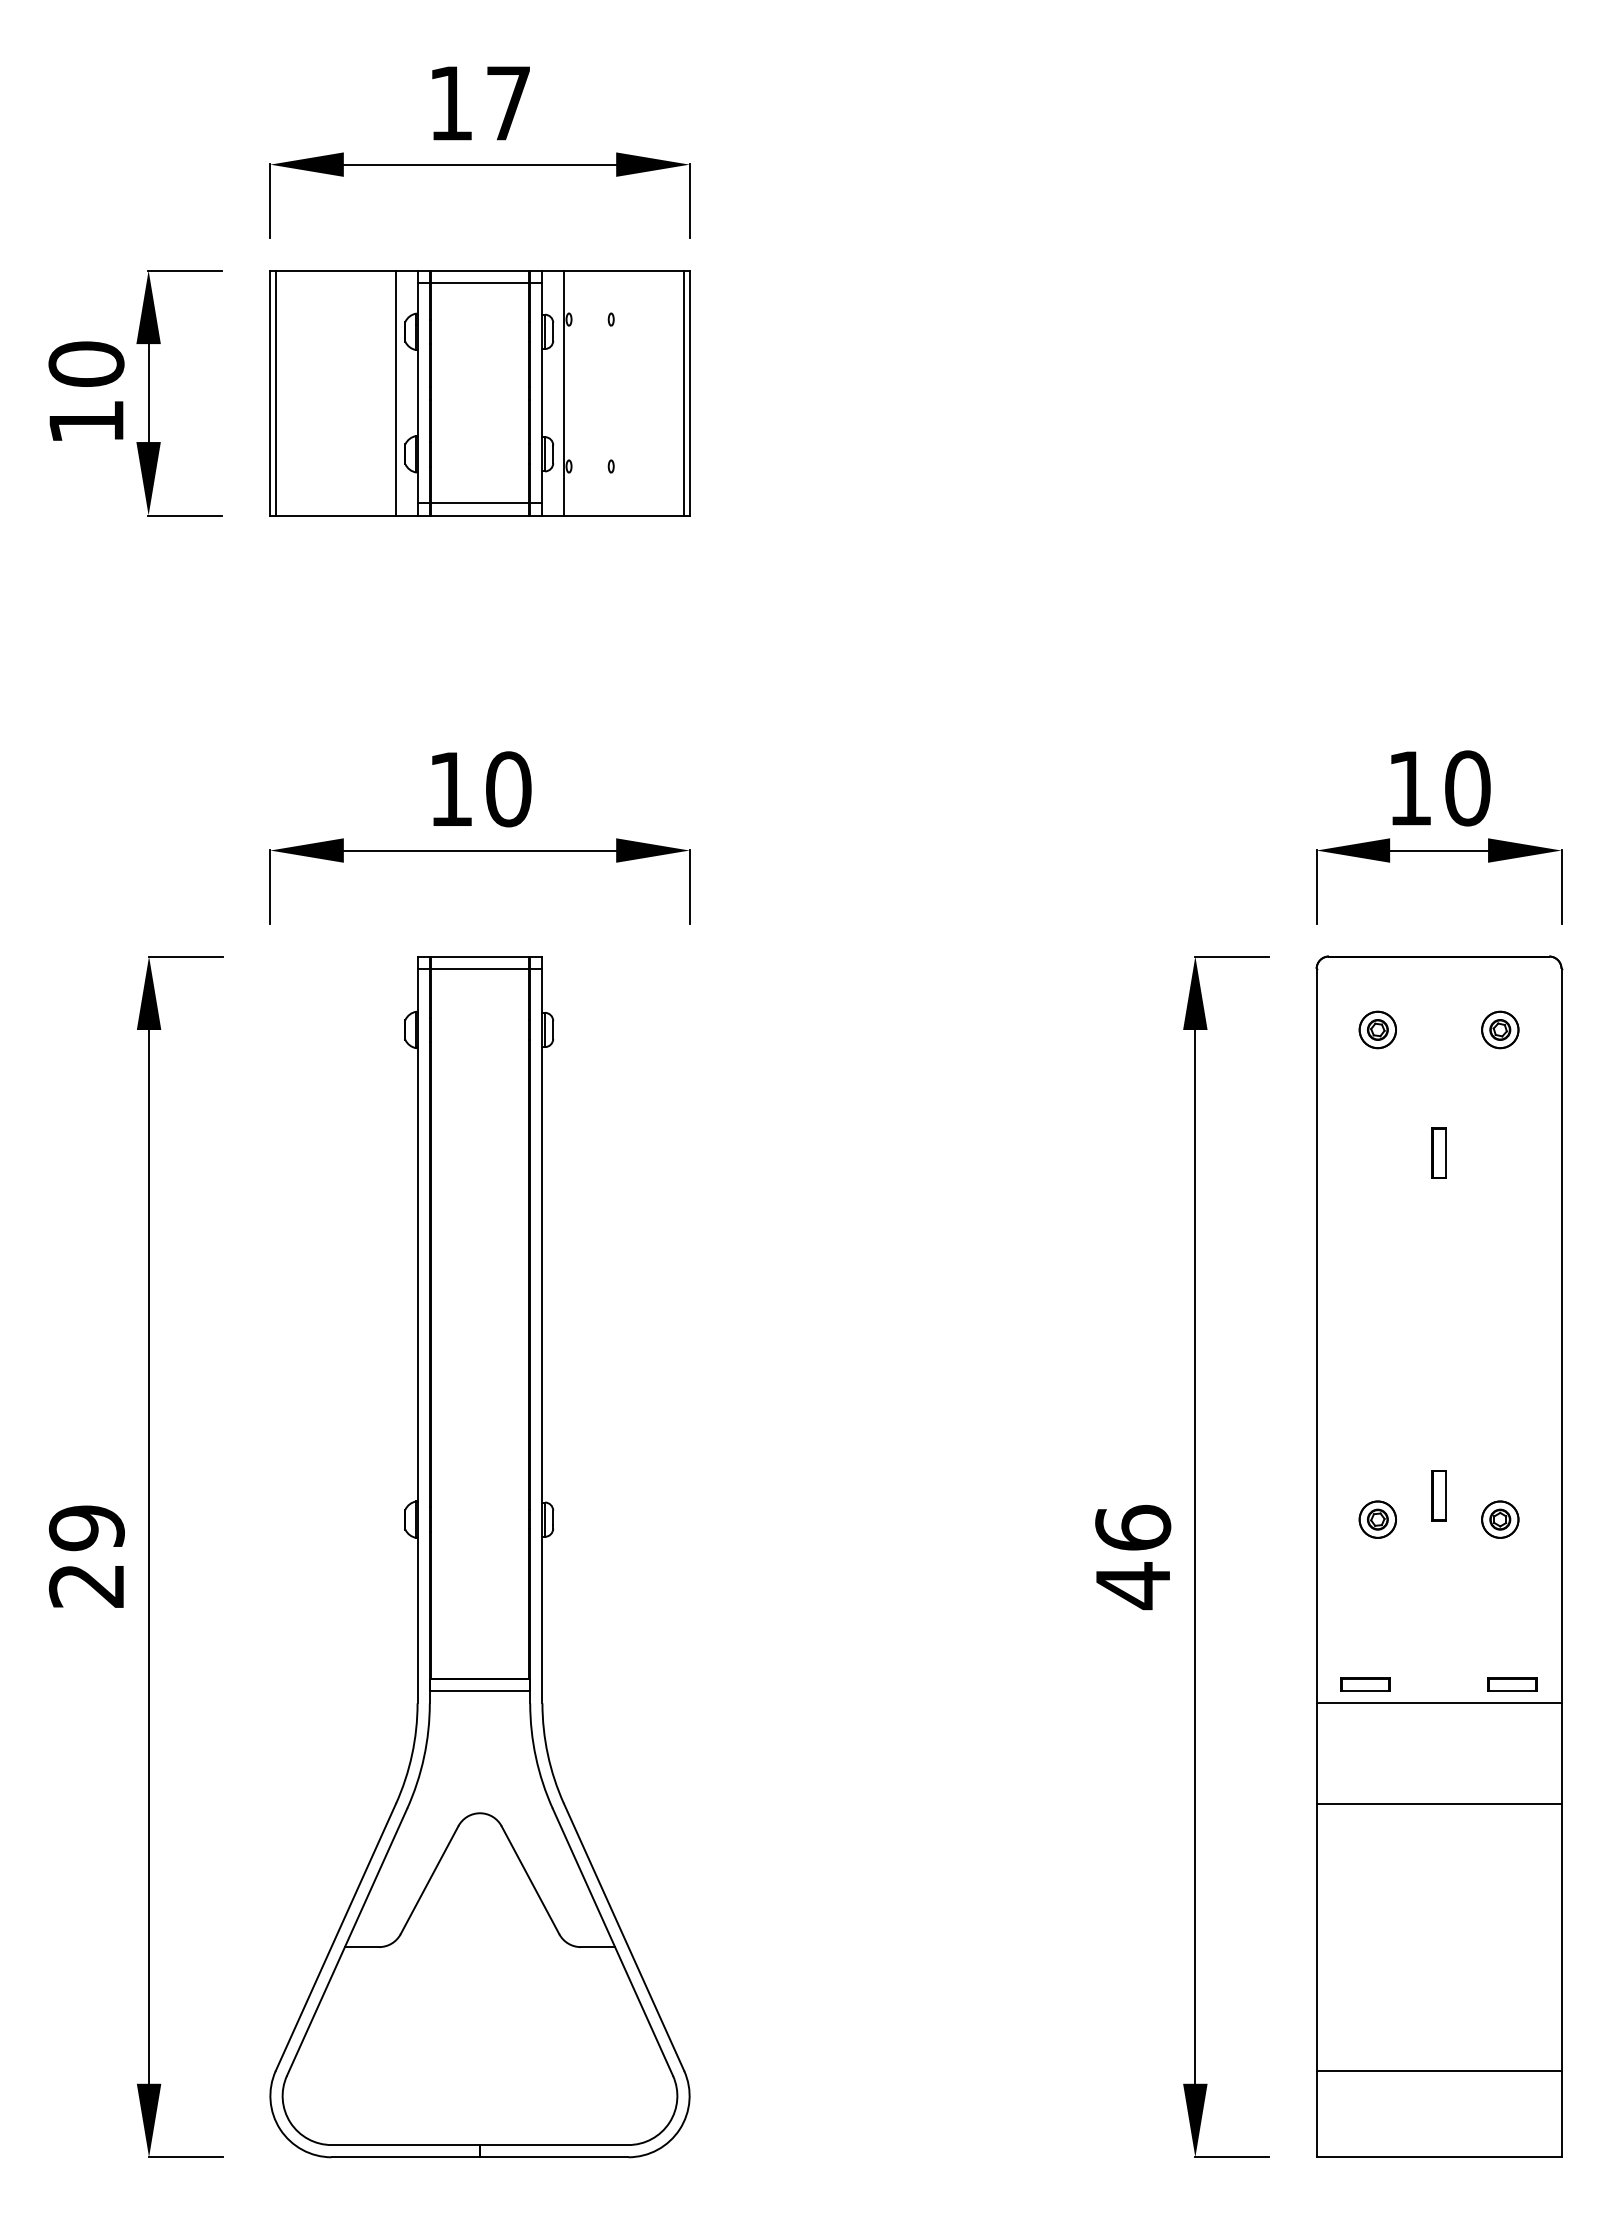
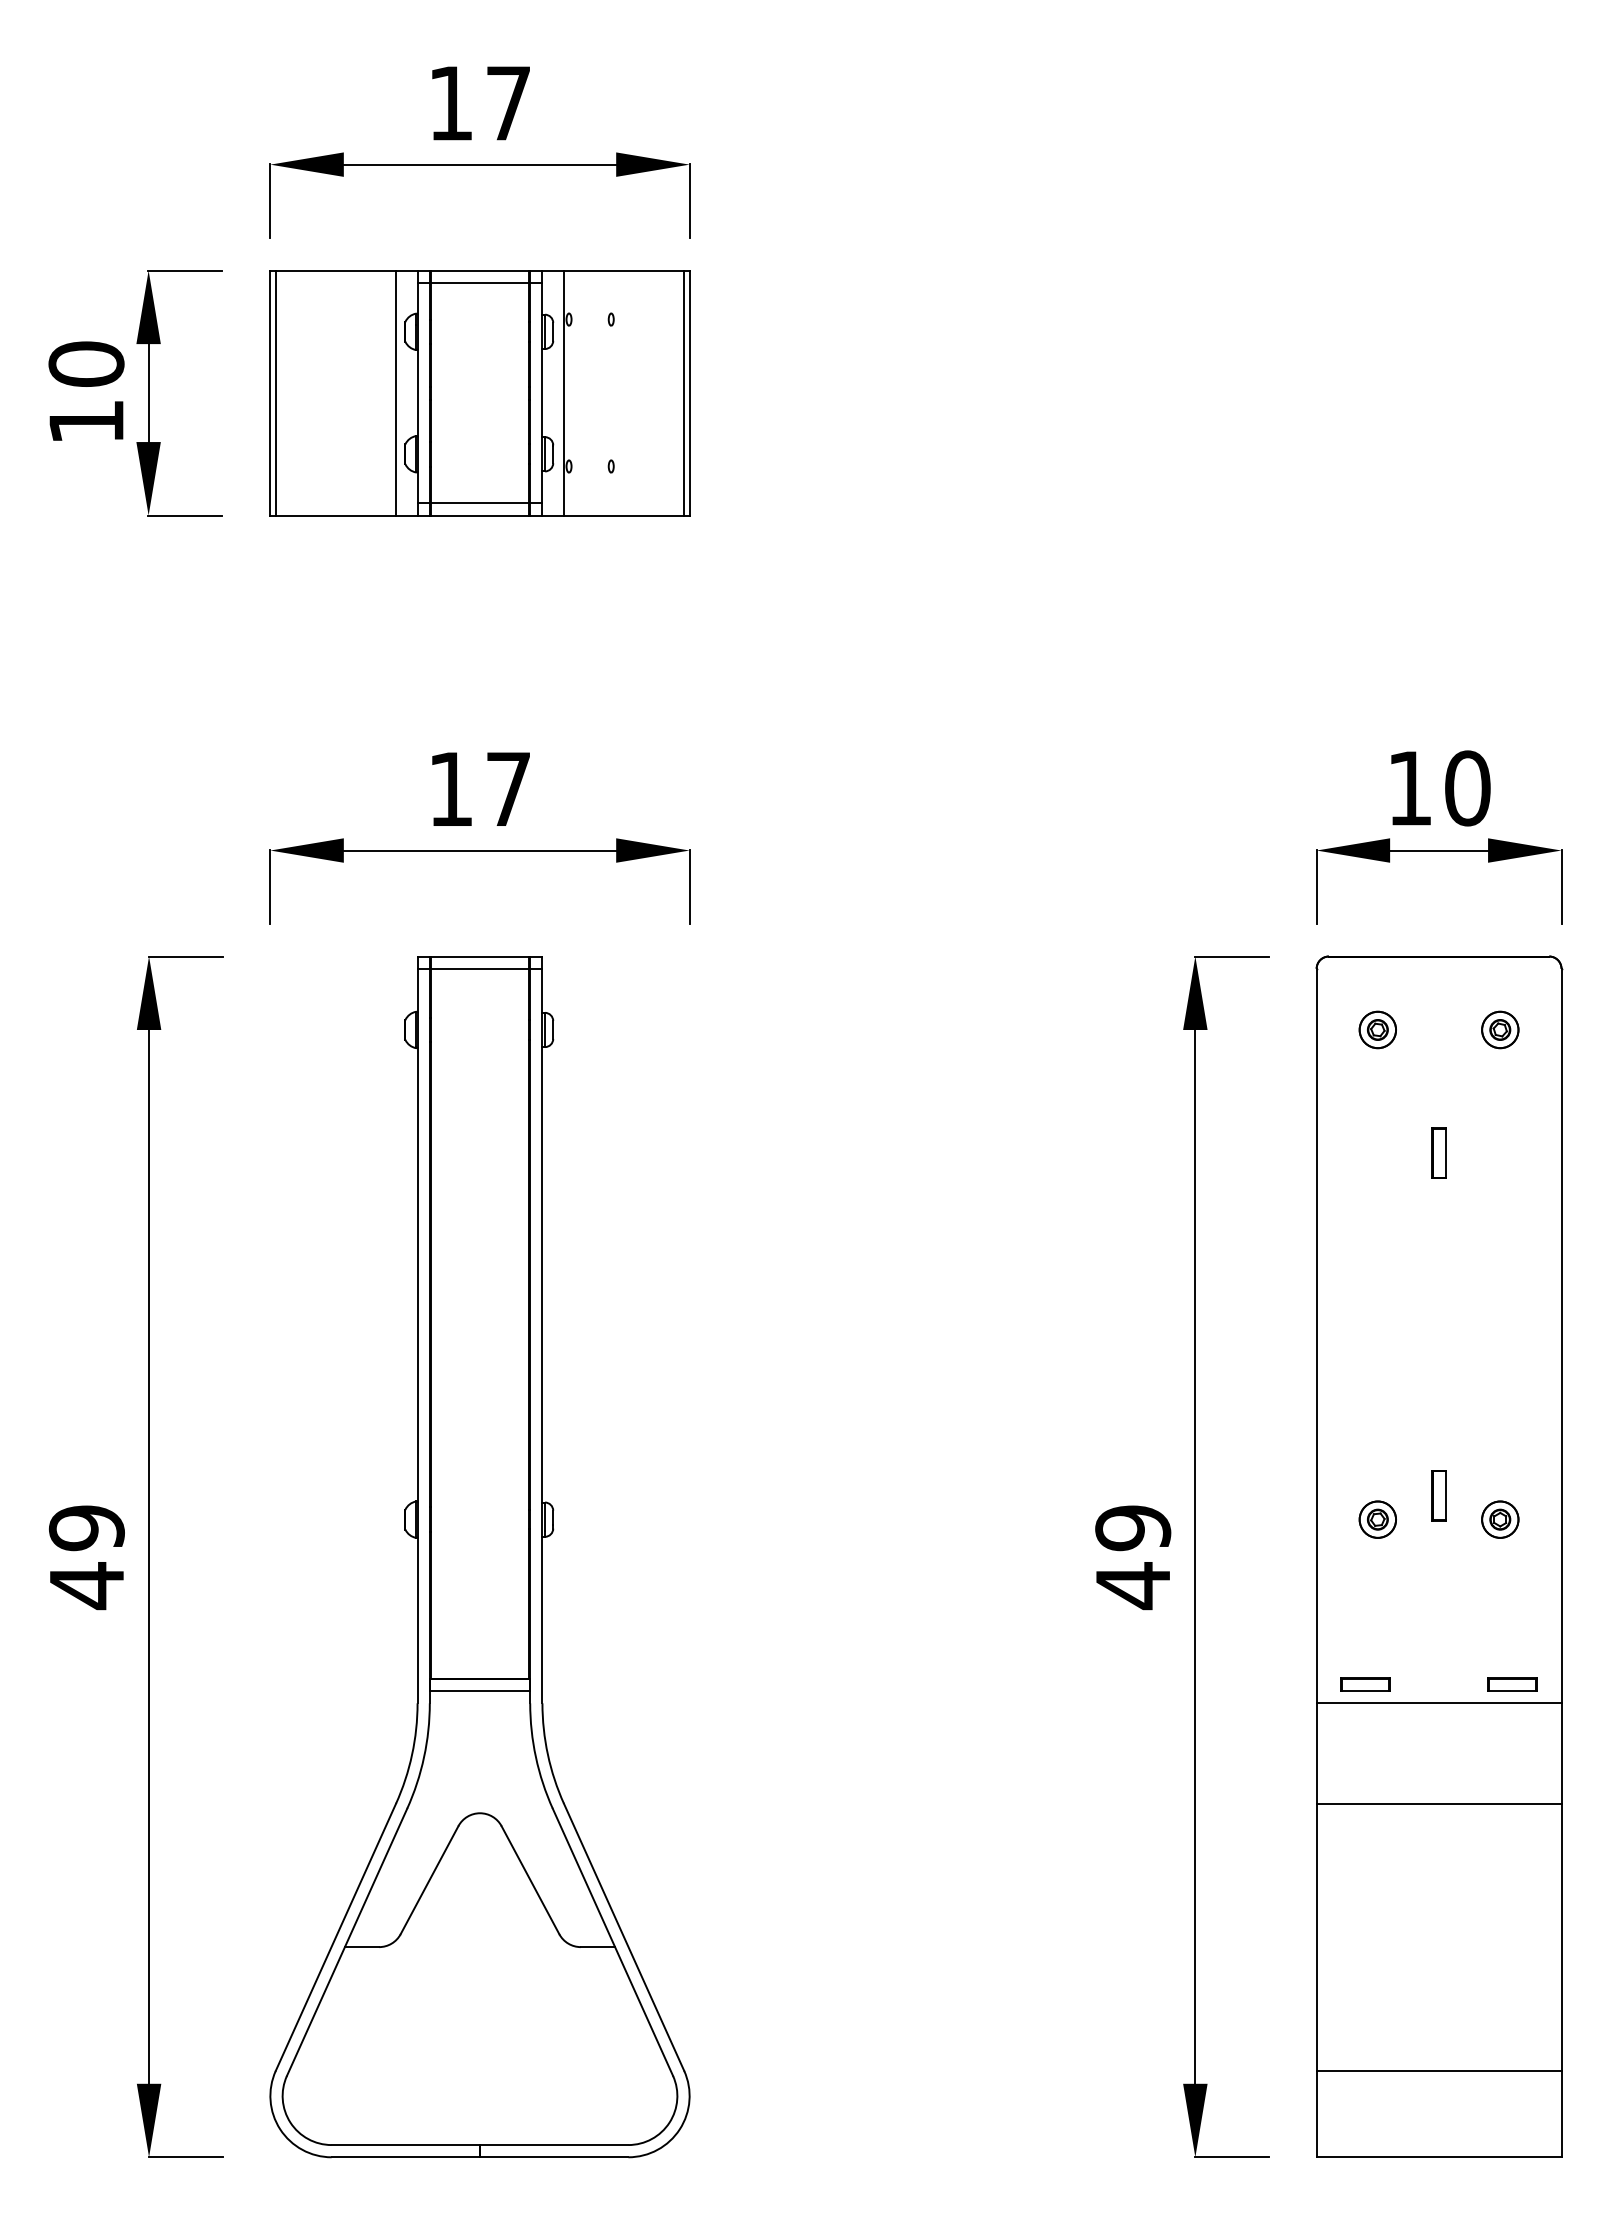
text at (508, 789): 10 -> 17
text at (1133, 1527): 46 -> 49
text at (85, 1586): 29 -> 49
